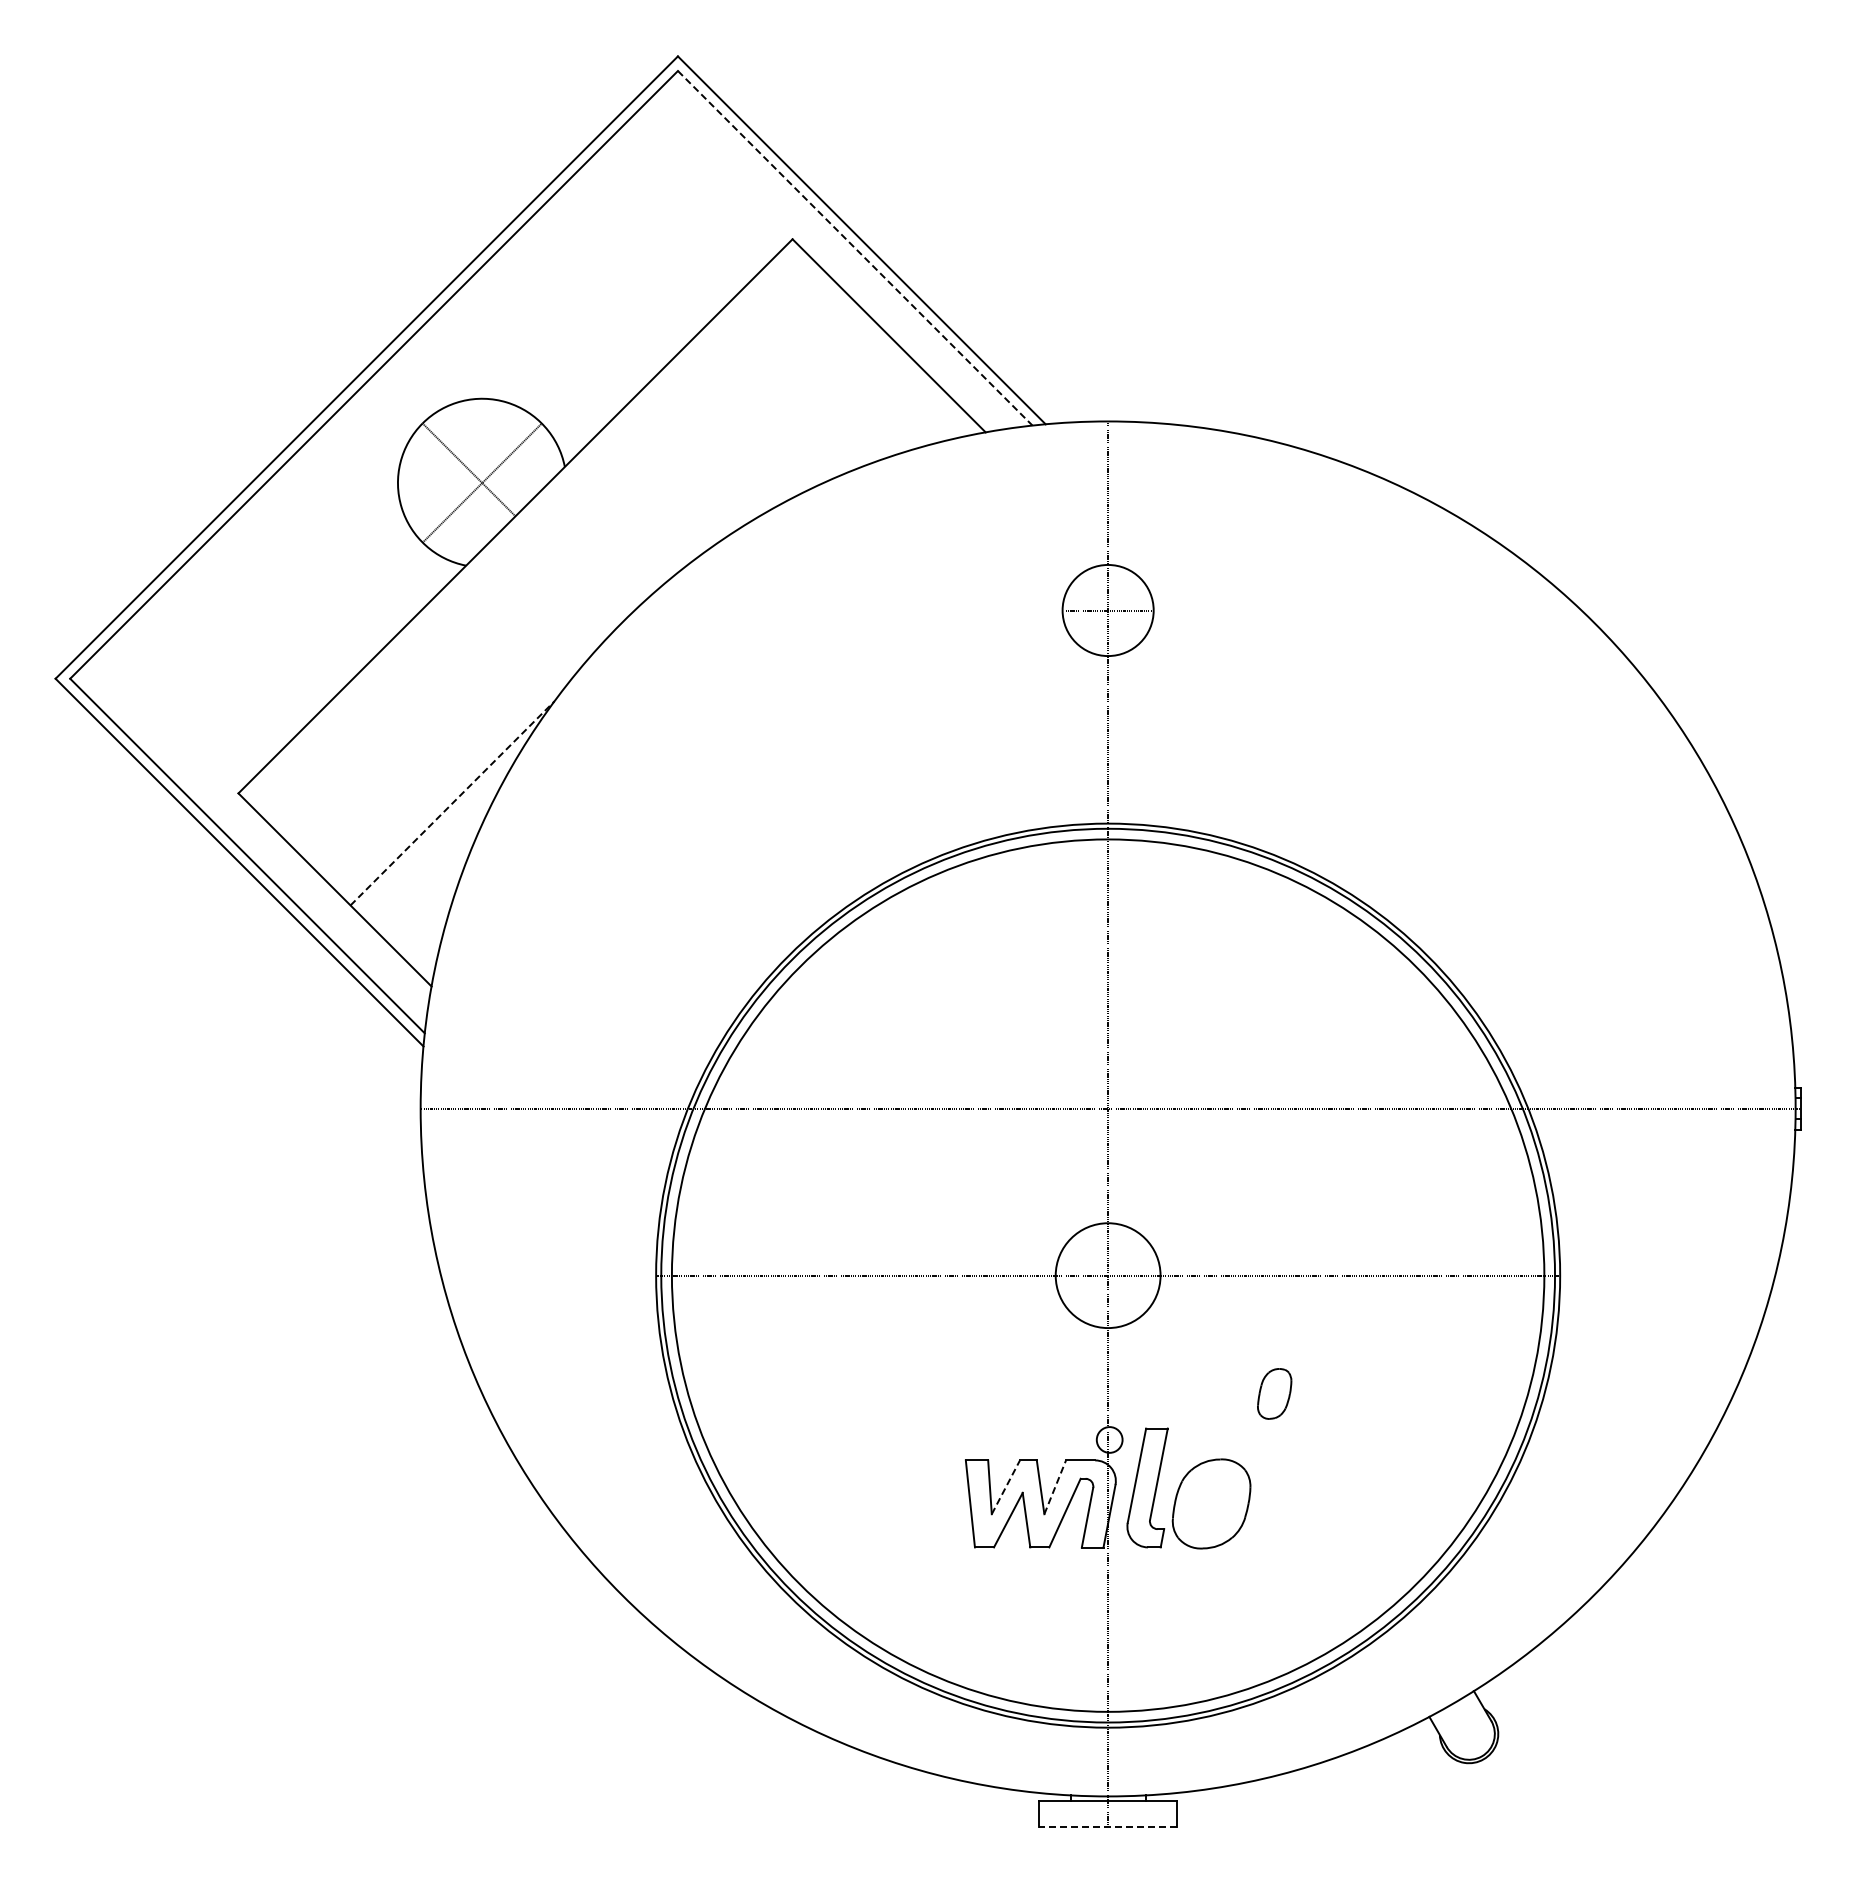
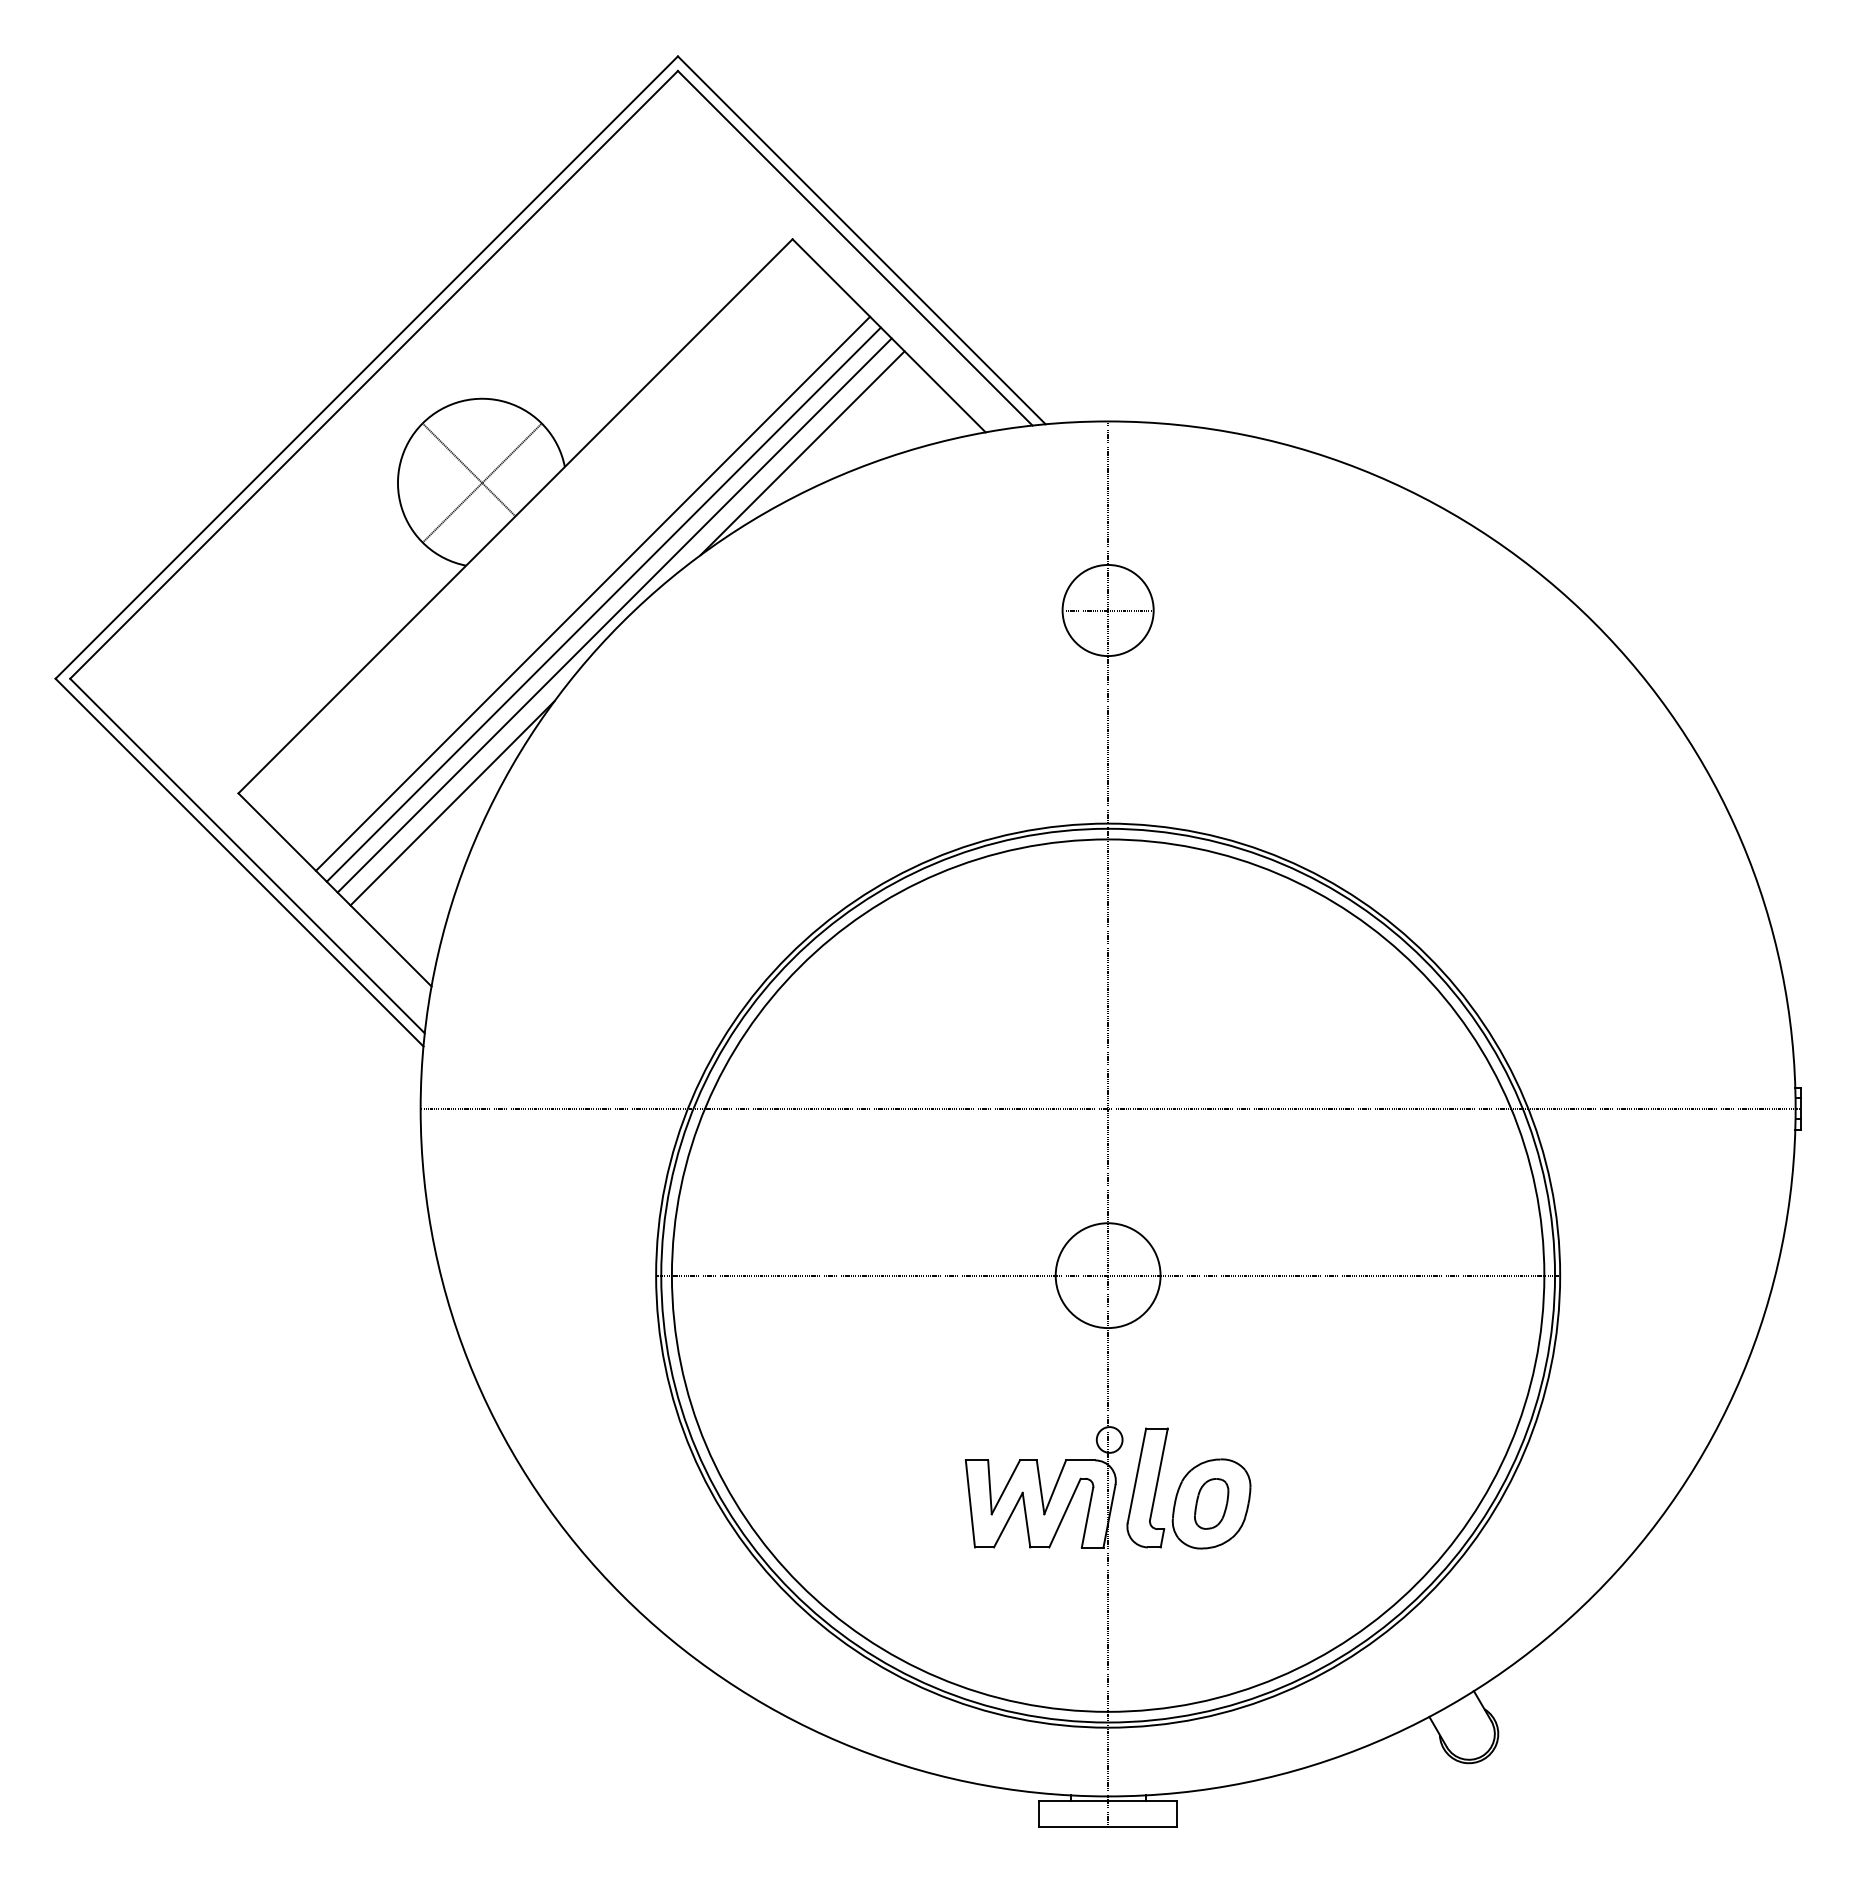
line at (855, 248): dashed -> solid
line at (802, 453): none -> present
line at (592, 593): none -> present
line at (603, 604): none -> present
line at (614, 615): none -> present
line at (452, 803): dashed -> solid
part at (1274, 1393) position: (1274, 1393) -> (1211, 1503)
line at (1006, 1486): dashed -> solid
line at (1055, 1487): dashed -> solid
line at (1108, 1826): dashed -> solid
